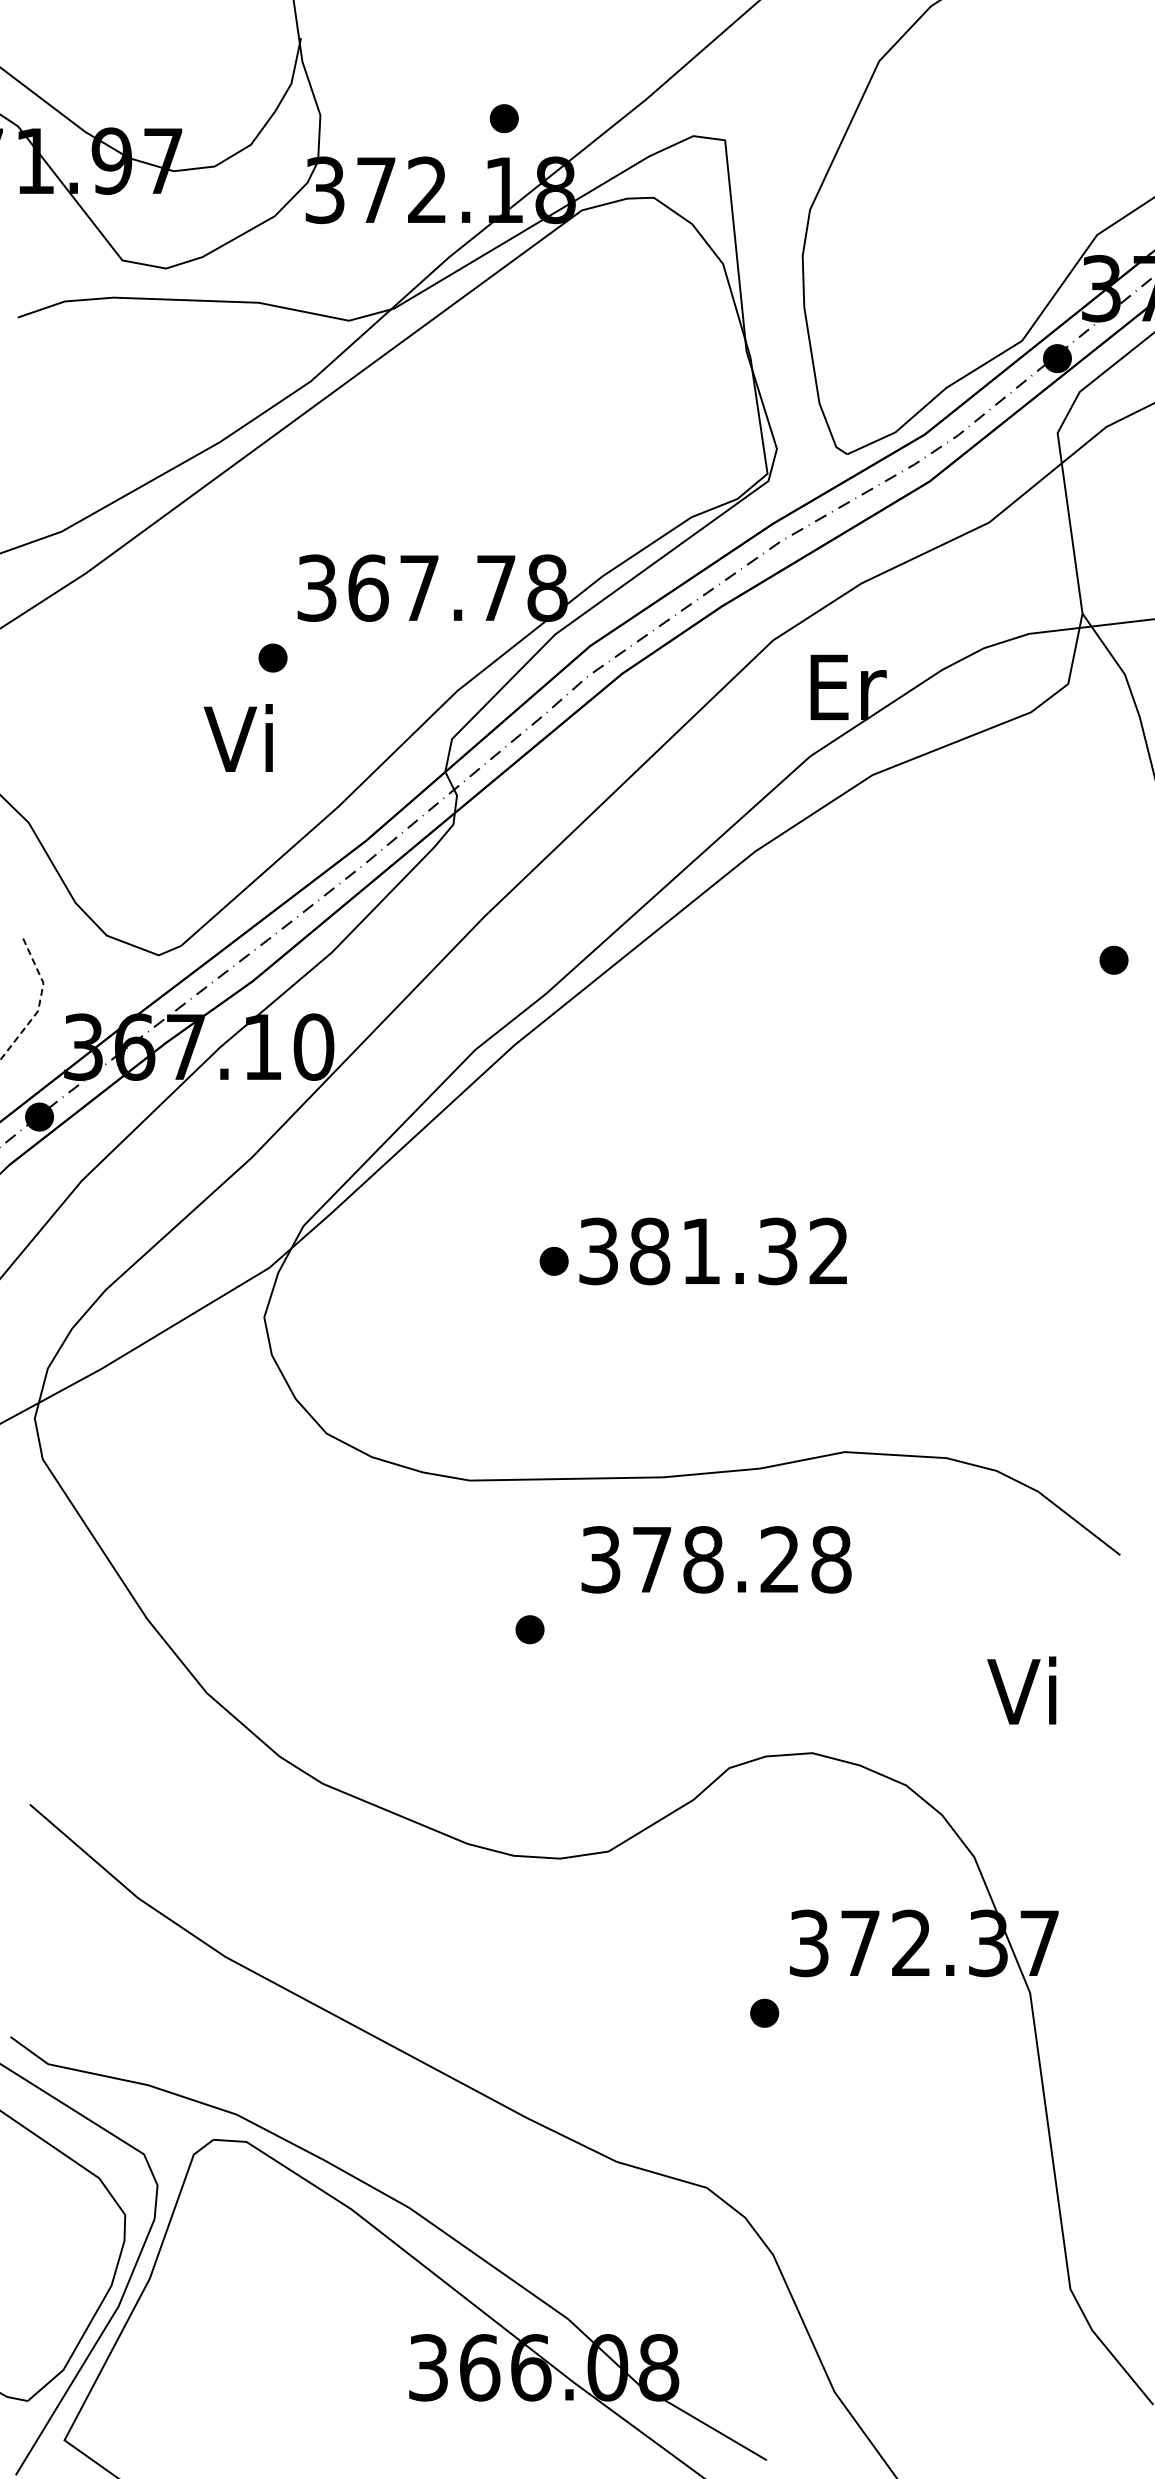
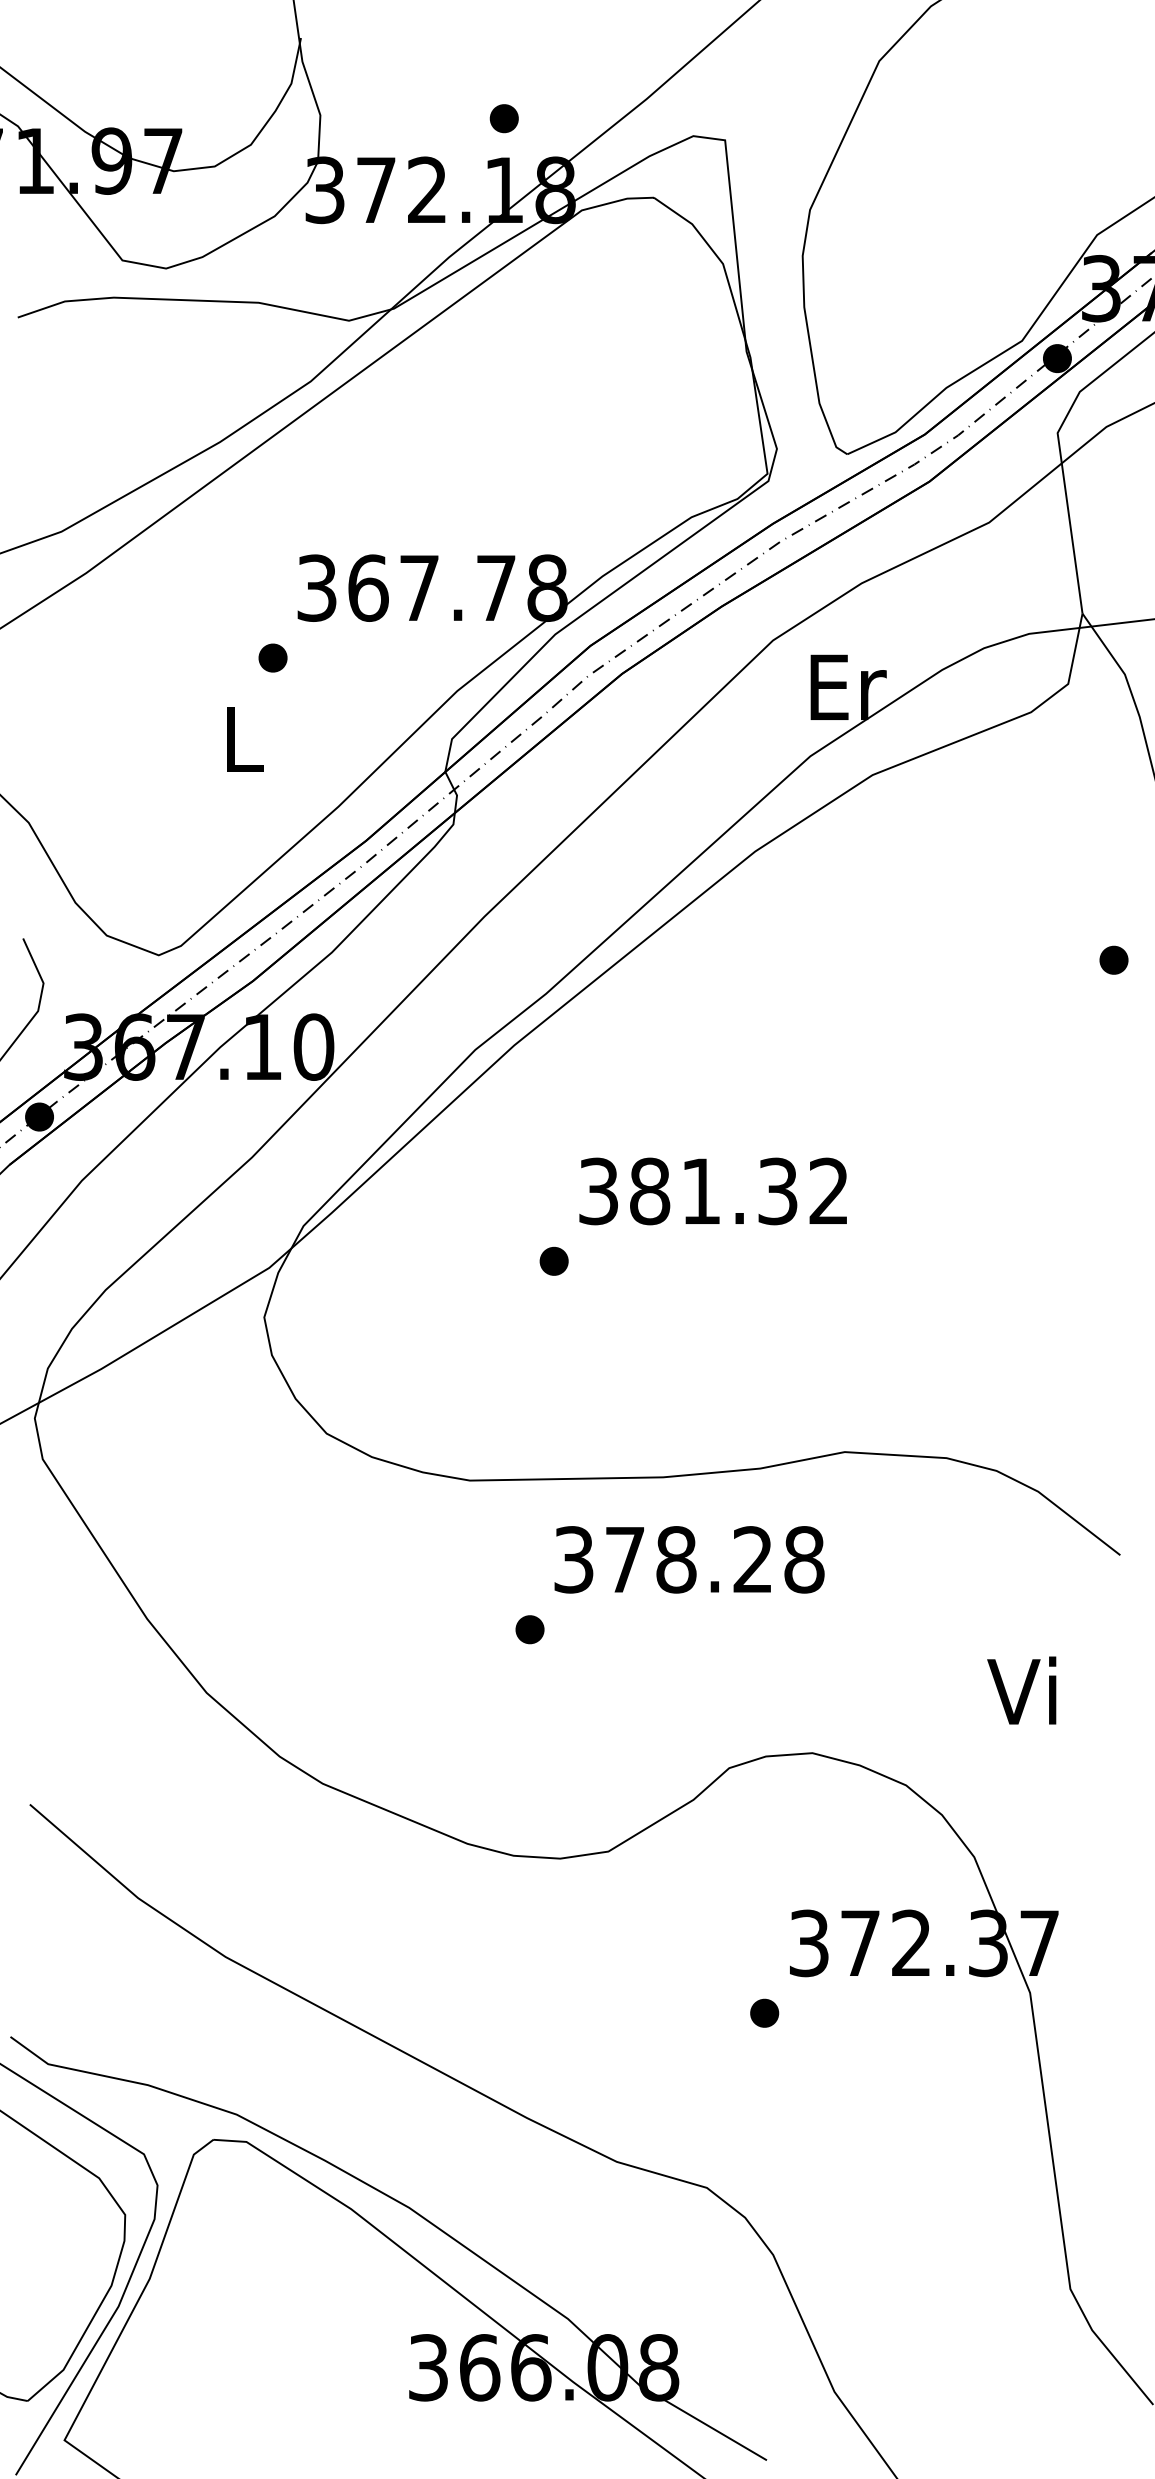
text at (237, 737): Vi -> L
line at (39, 1003): dashed -> solid
text at (712, 1251) position: (712, 1251) -> (712, 1191)
text at (716, 1559) position: (716, 1559) -> (689, 1559)
